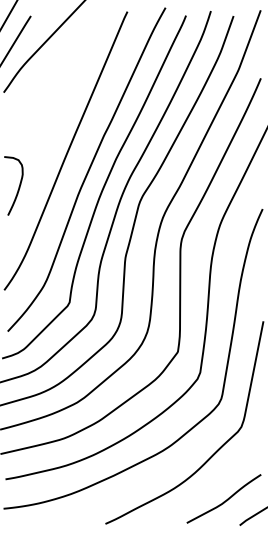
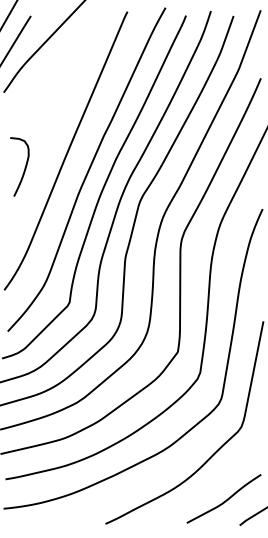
curve at (18, 186) position: (18, 186) -> (24, 167)
